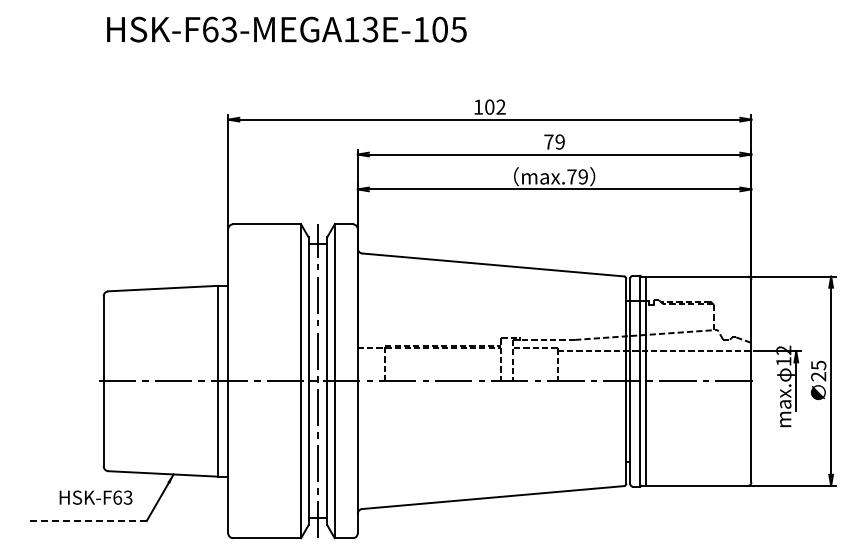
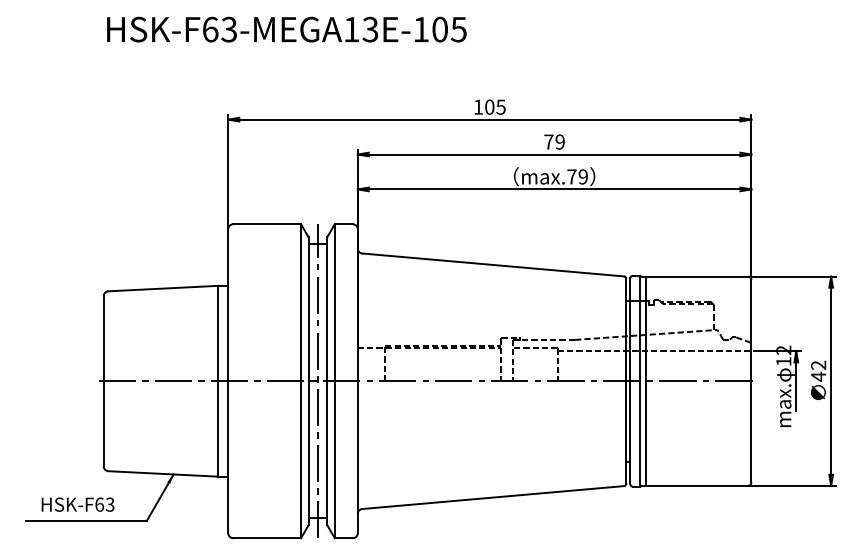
text at (500, 106): 102 -> 105
text at (818, 370): 25 -> 42
text at (95, 497) position: (95, 497) -> (77, 504)
line at (85, 521): dashed -> solid
